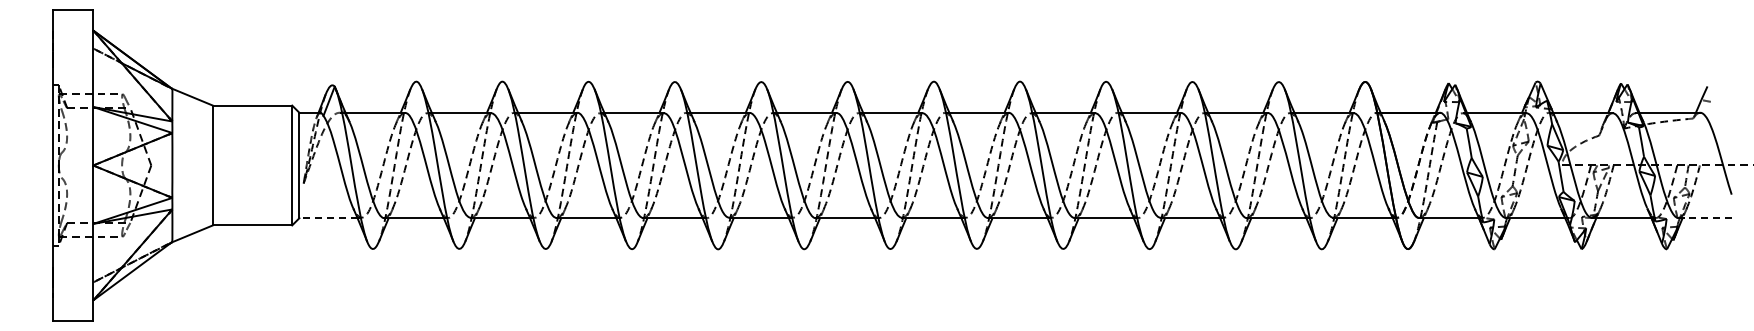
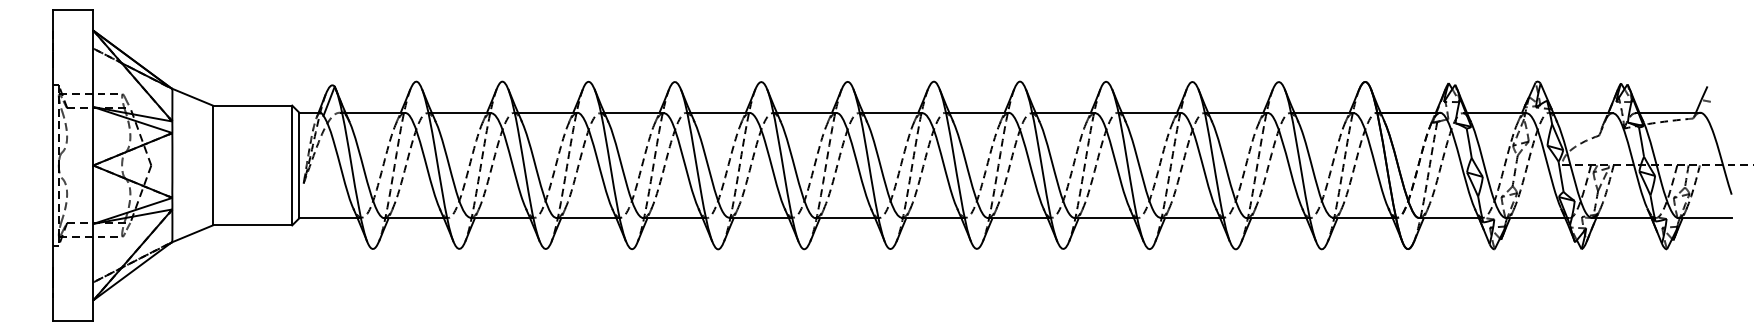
line at (328, 218): dashed -> solid
line at (1705, 218): dashed -> solid
